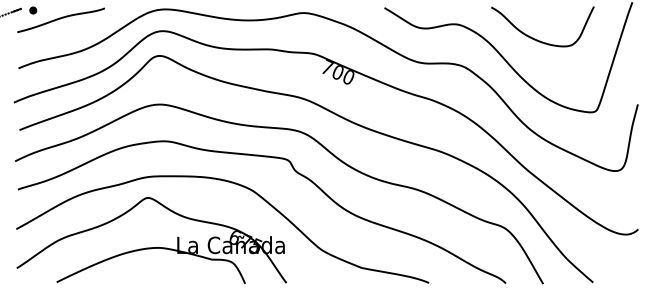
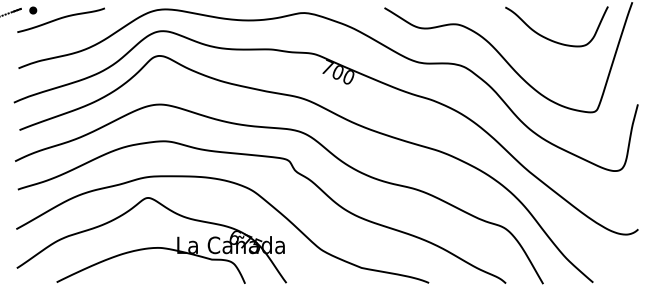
part at (535, 38) position: (535, 38) -> (549, 38)
